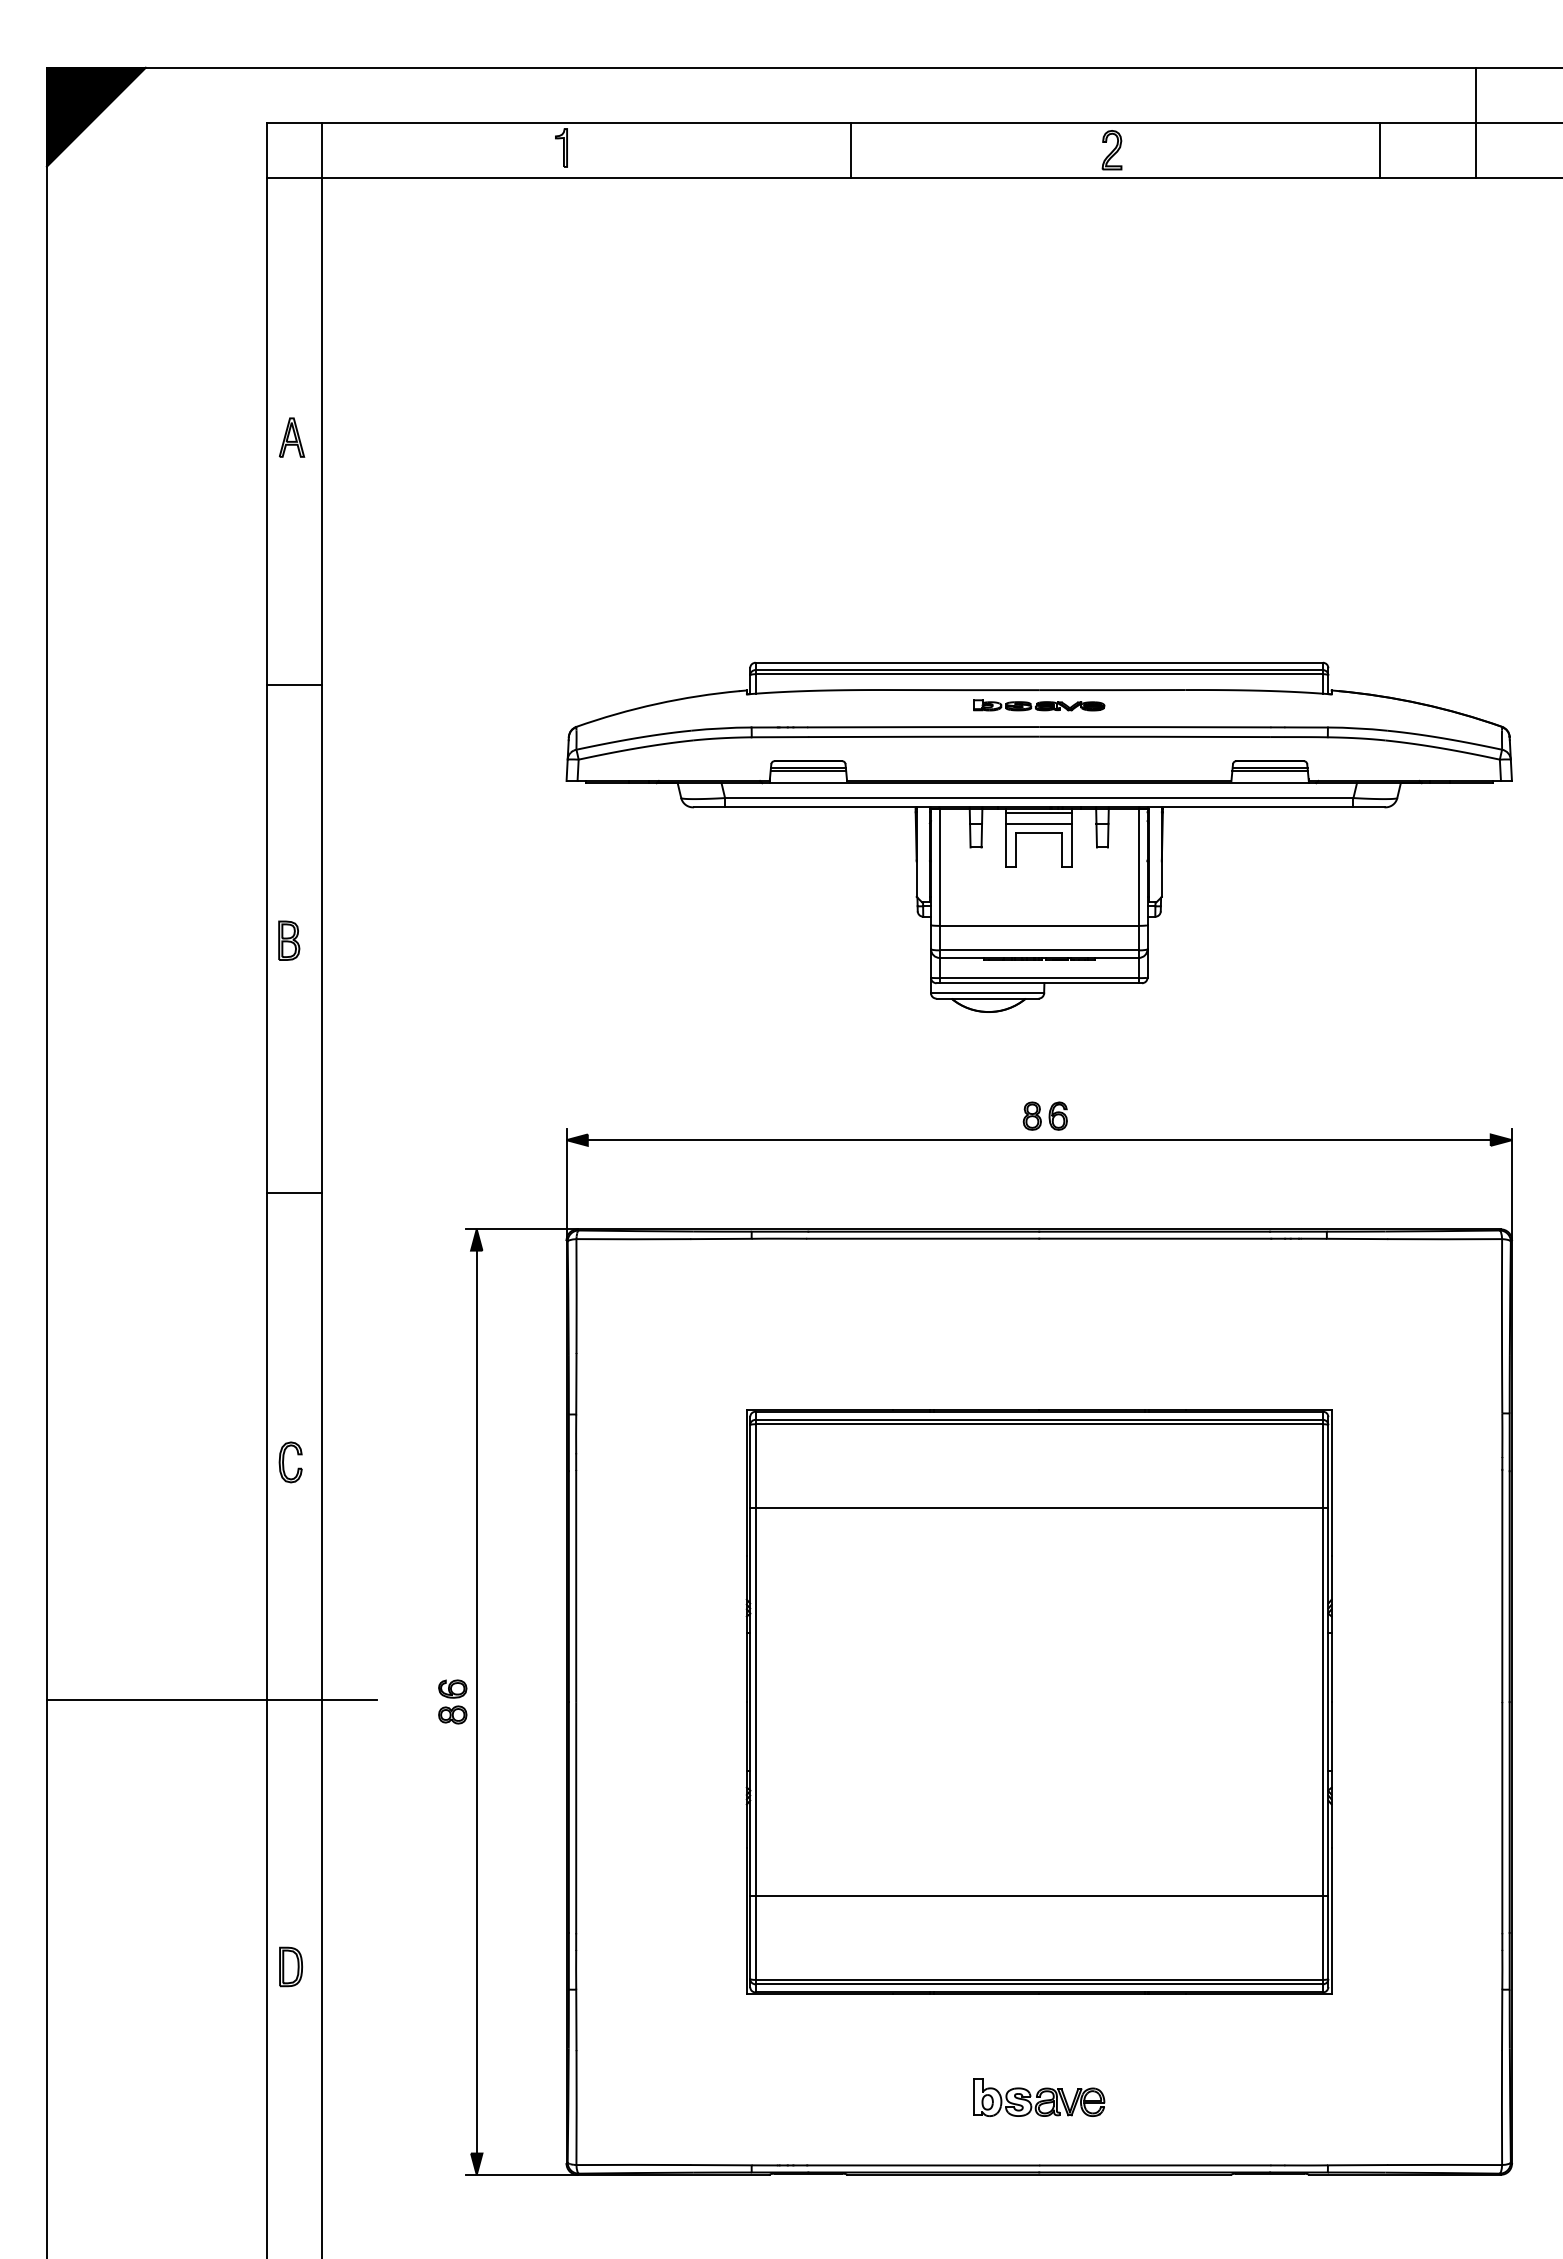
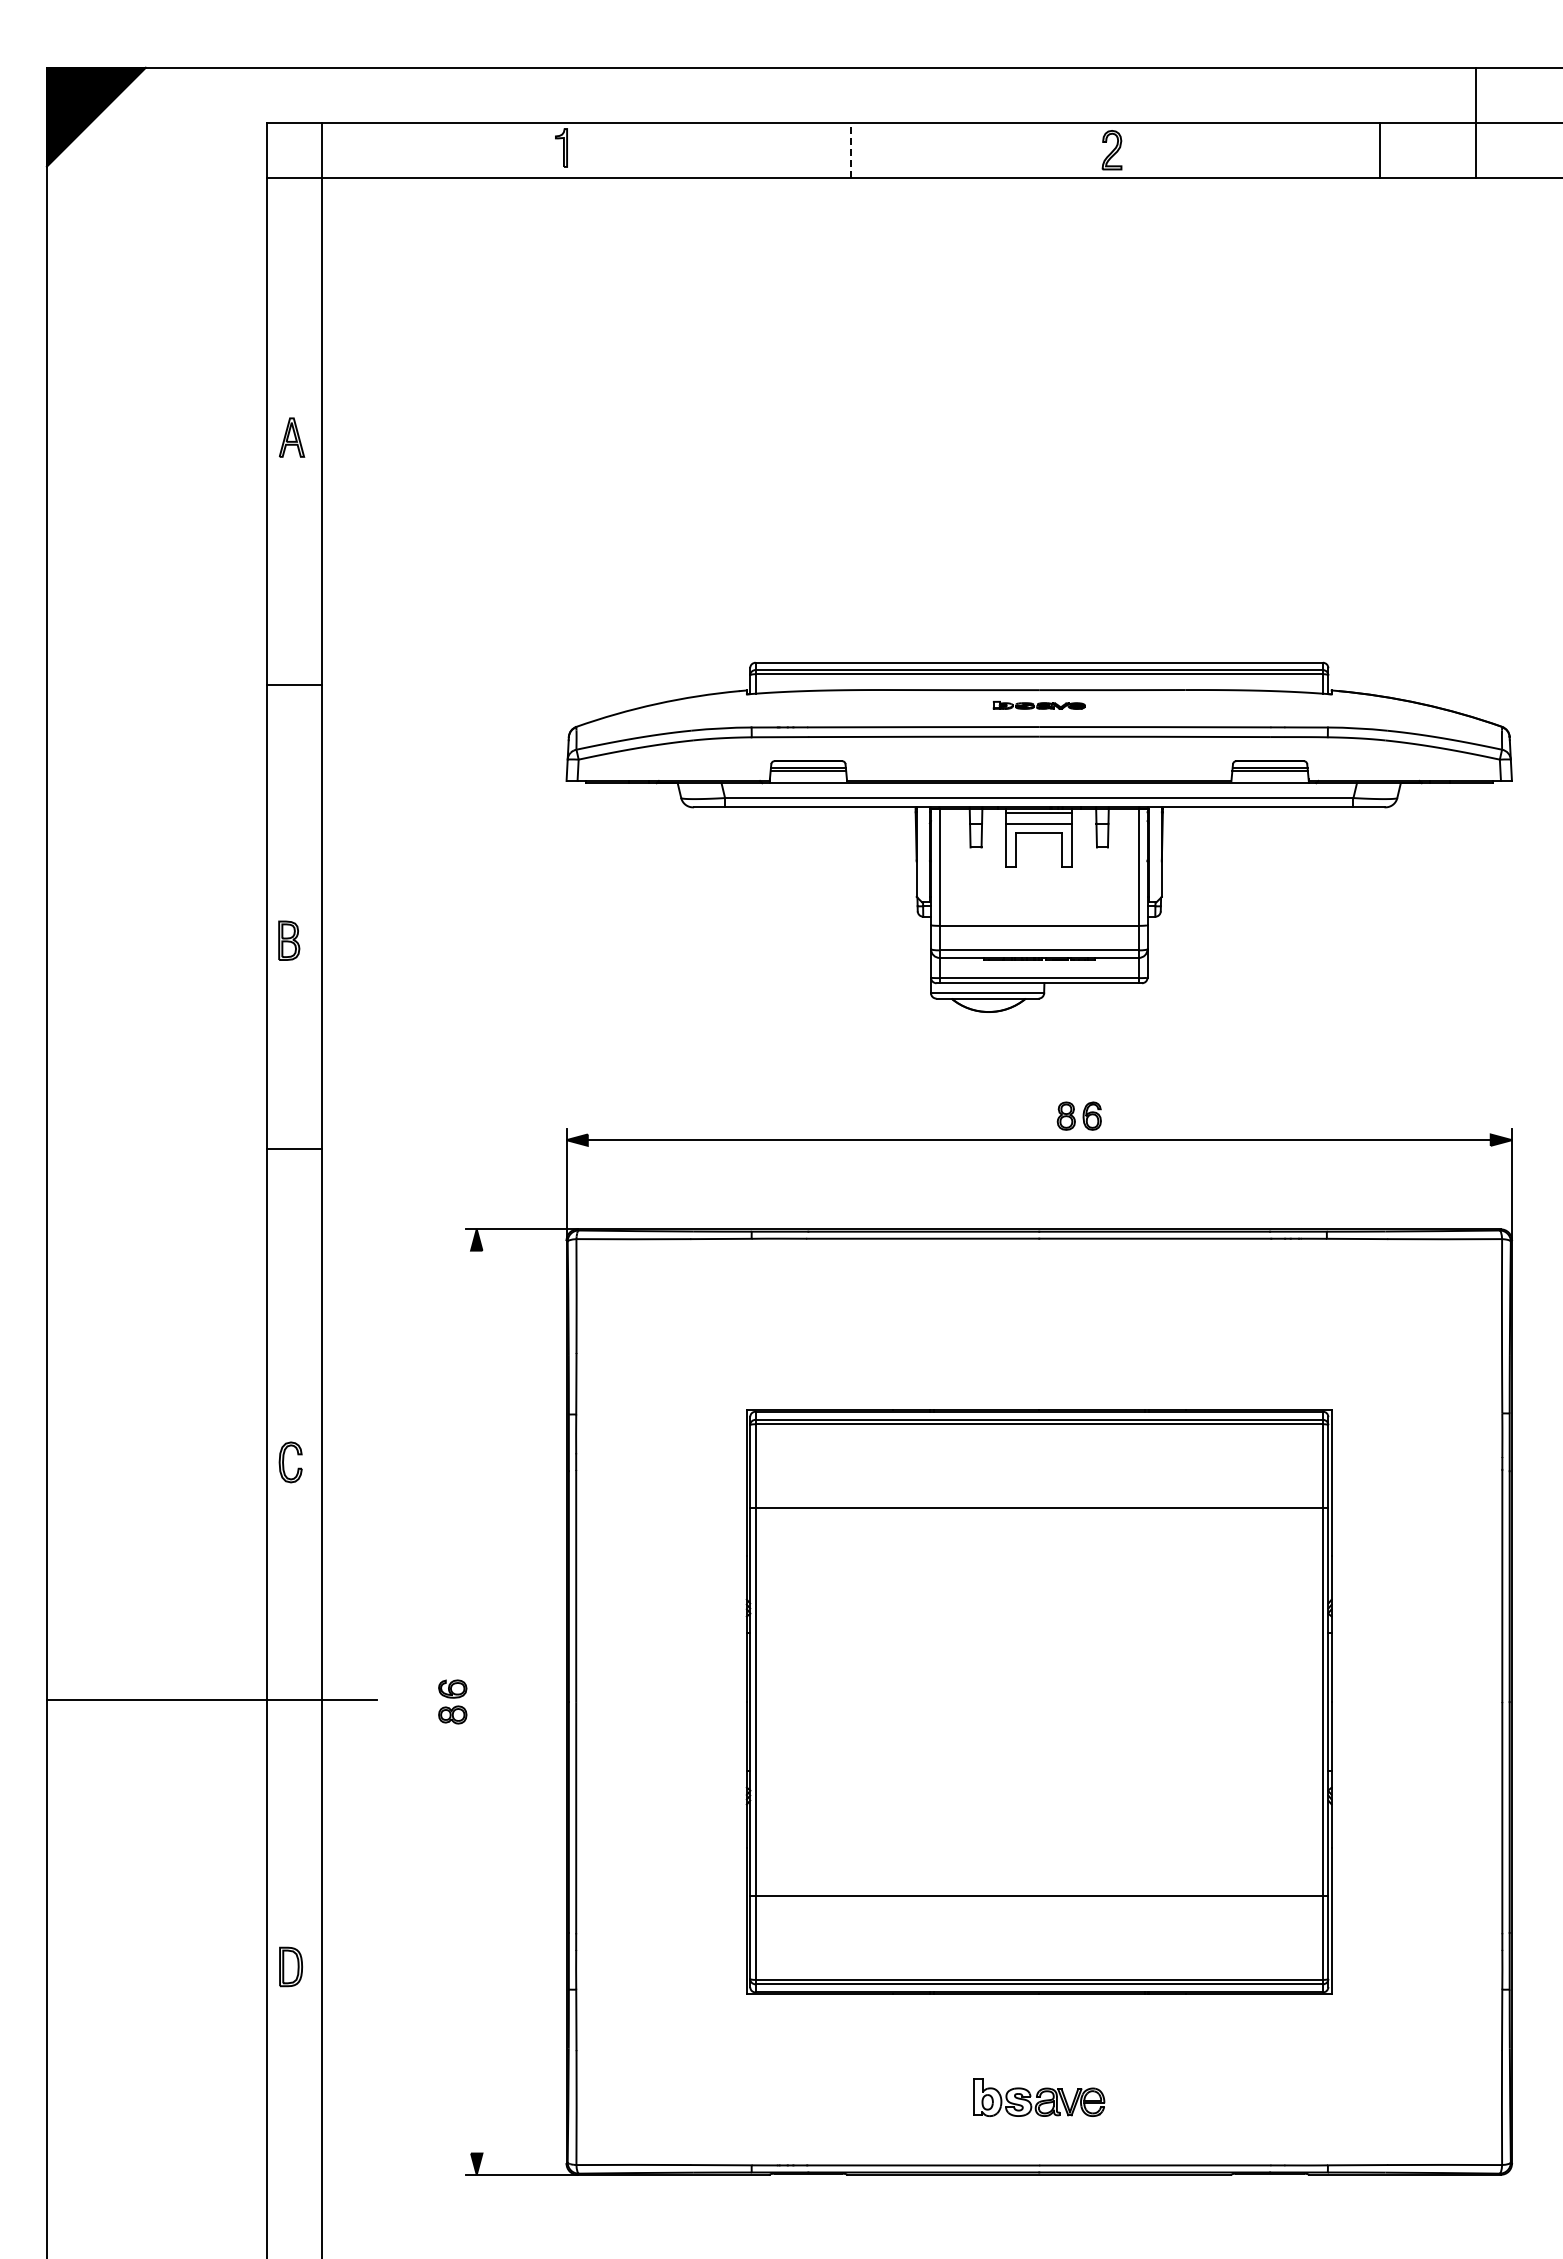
line at (850, 149): solid -> dashed
part at (1039, 705) size: 133x13 px -> 94x10 px
part at (1044, 1115) position: (1044, 1115) -> (1078, 1115)
line at (293, 1192) position: (293, 1192) -> (293, 1148)
line at (476, 1701): present -> none
